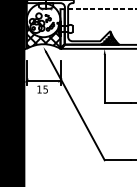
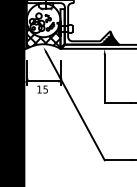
line at (100, 9): present -> none
